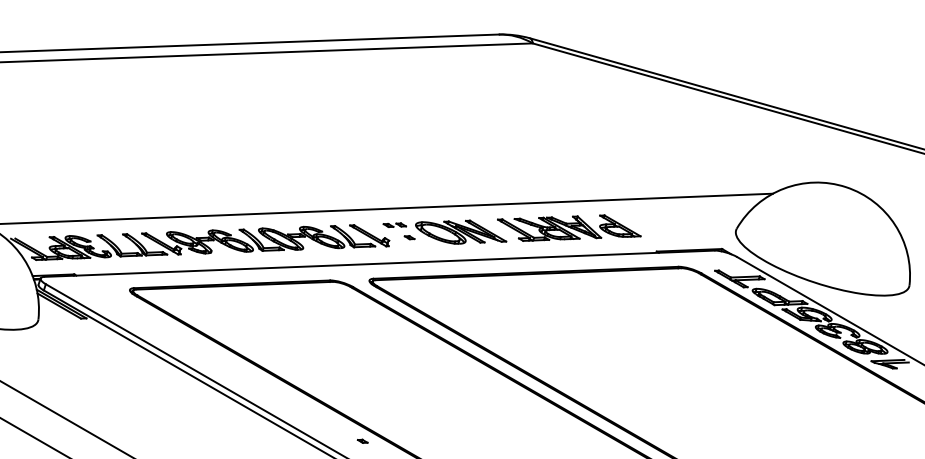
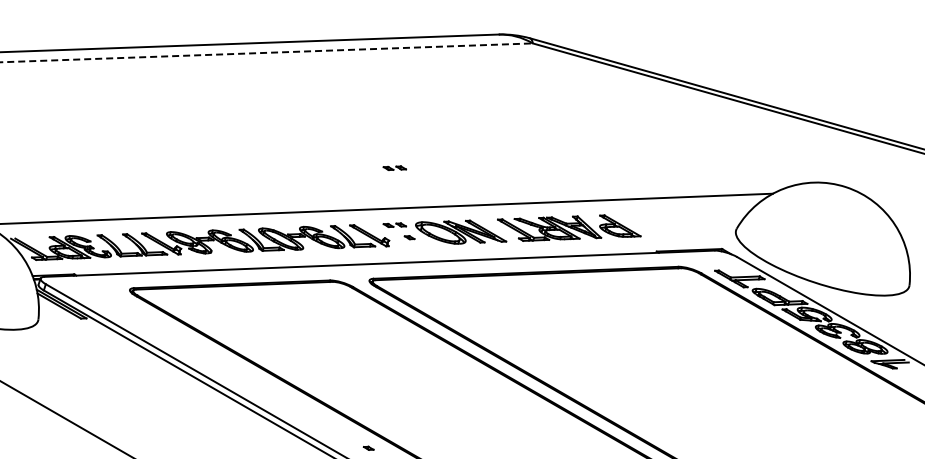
line at (267, 52): solid -> dashed
part at (394, 167): none -> present
line at (33, 437): present -> none
part at (362, 440) position: (362, 440) -> (368, 447)
